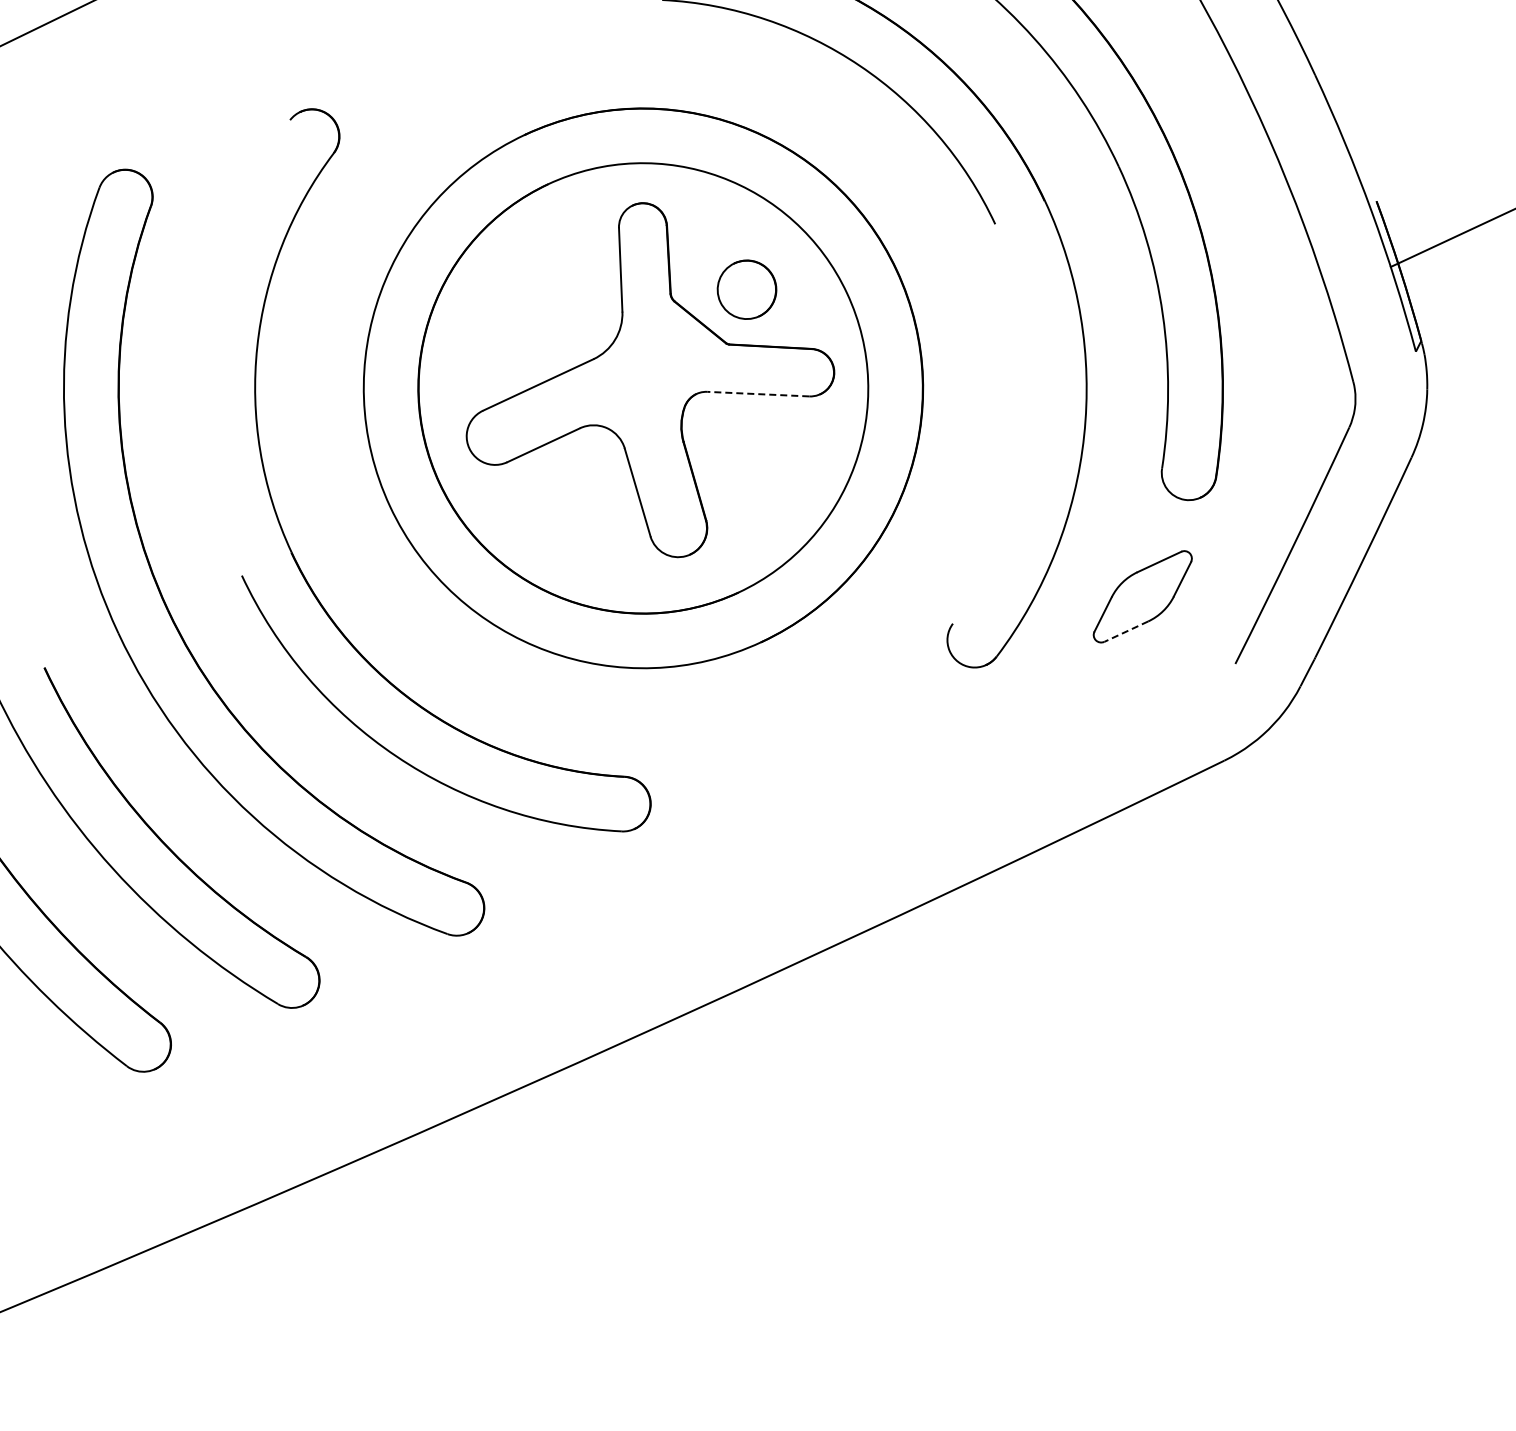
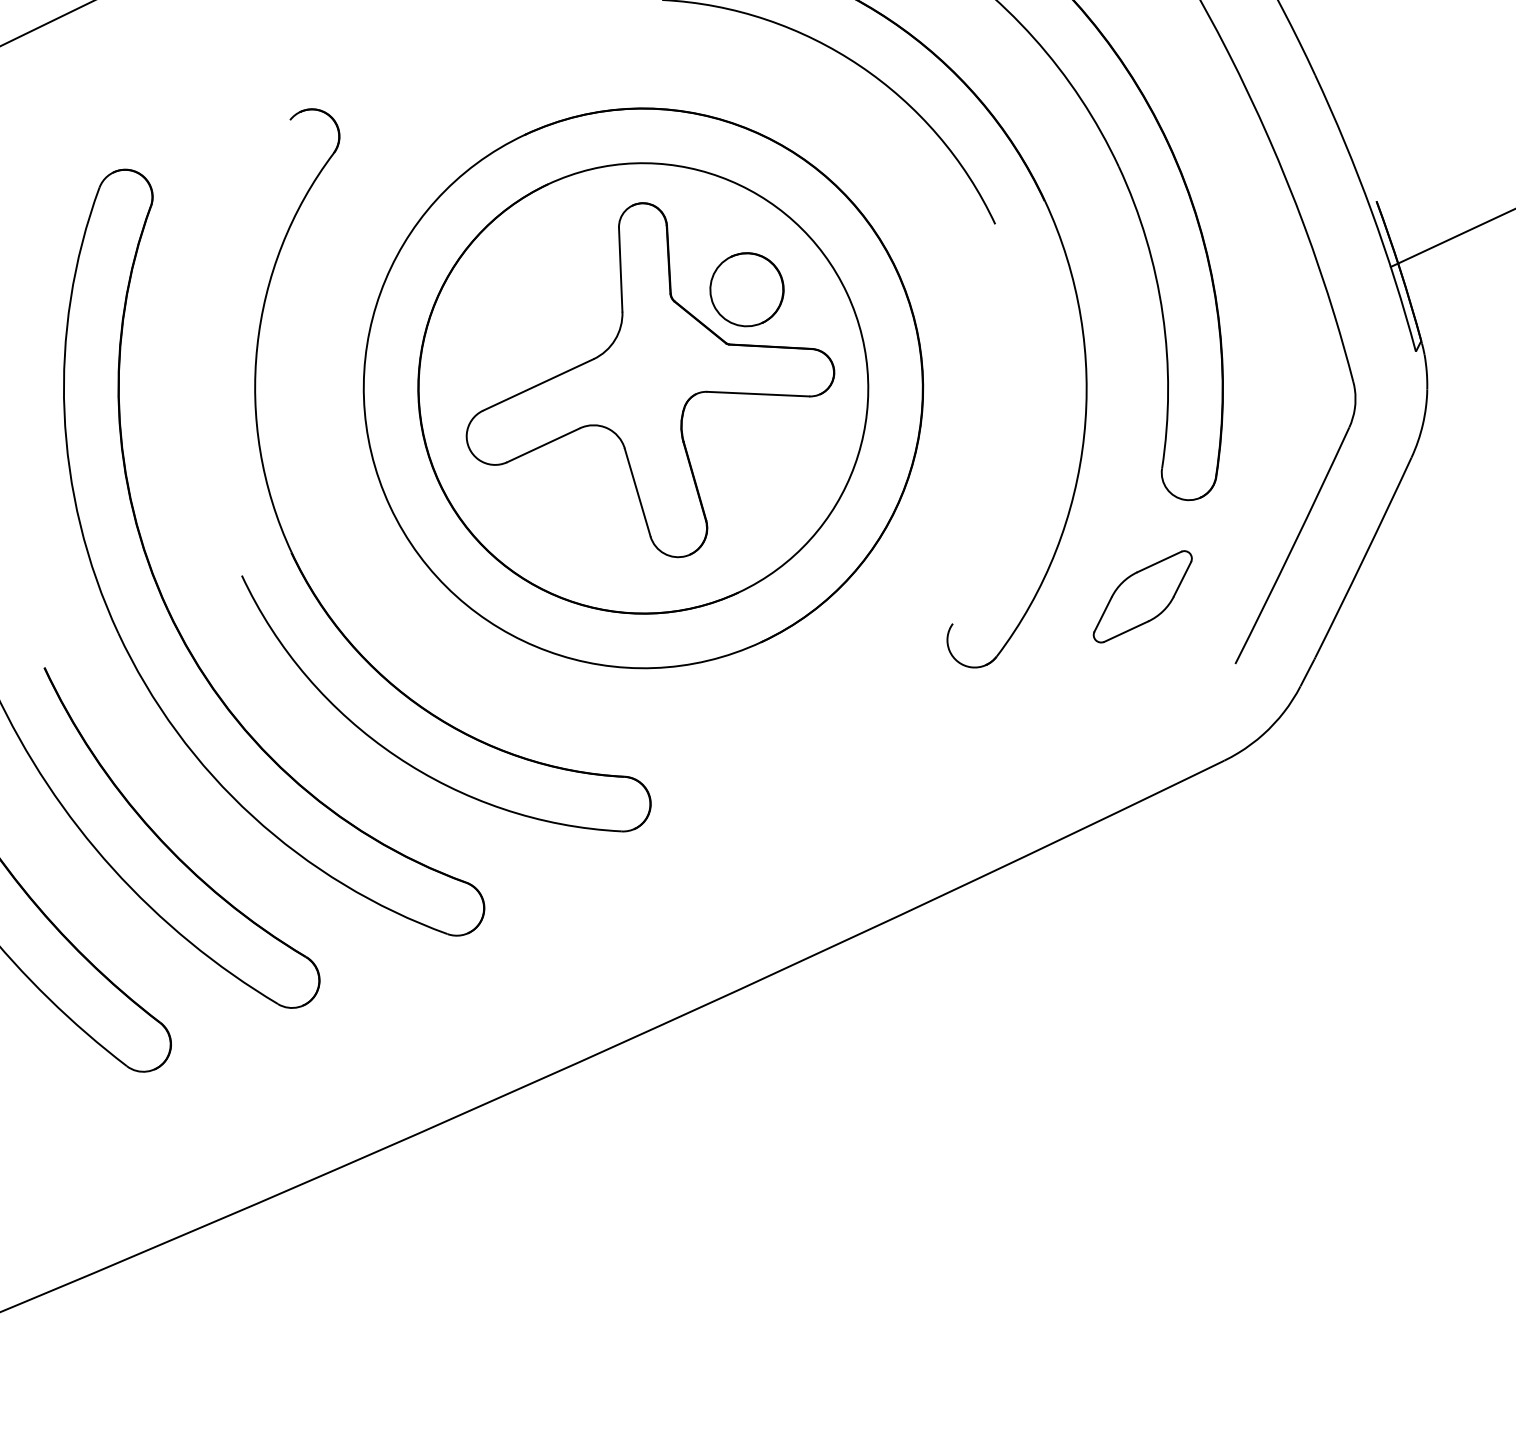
part at (746, 289) size: 62x61 px -> 76x76 px
line at (757, 394): dashed -> solid
line at (1125, 631): dashed -> solid
